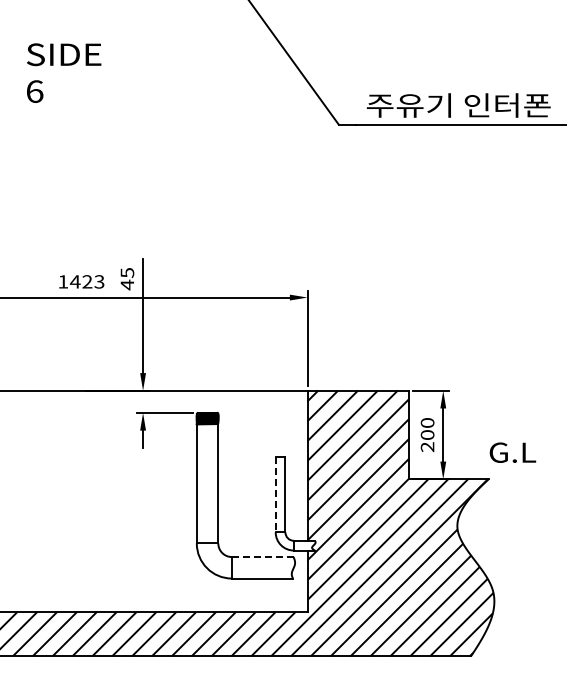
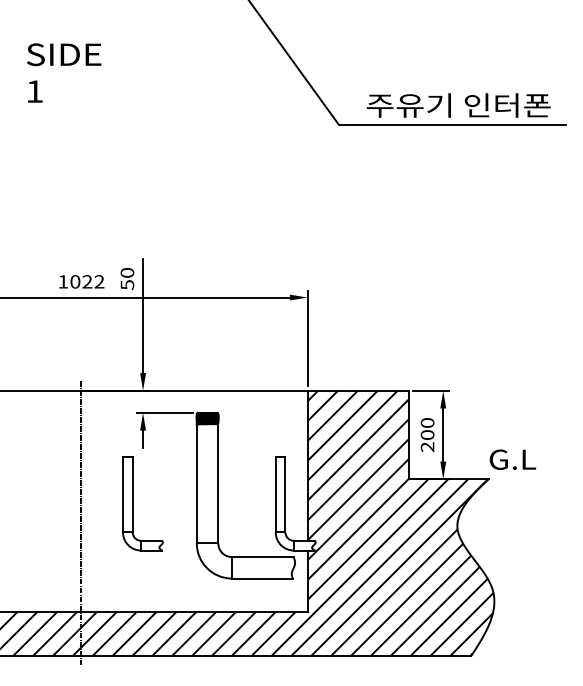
text at (35, 91): 6 -> 1
text at (127, 279): 45 -> 50
text at (86, 281): 1423 -> 1022
text at (512, 452) position: (512, 452) -> (512, 459)
line at (275, 494): dashed -> solid
part at (133, 503): none -> present
line at (81, 523): none -> present
line at (262, 557): dashed -> solid
